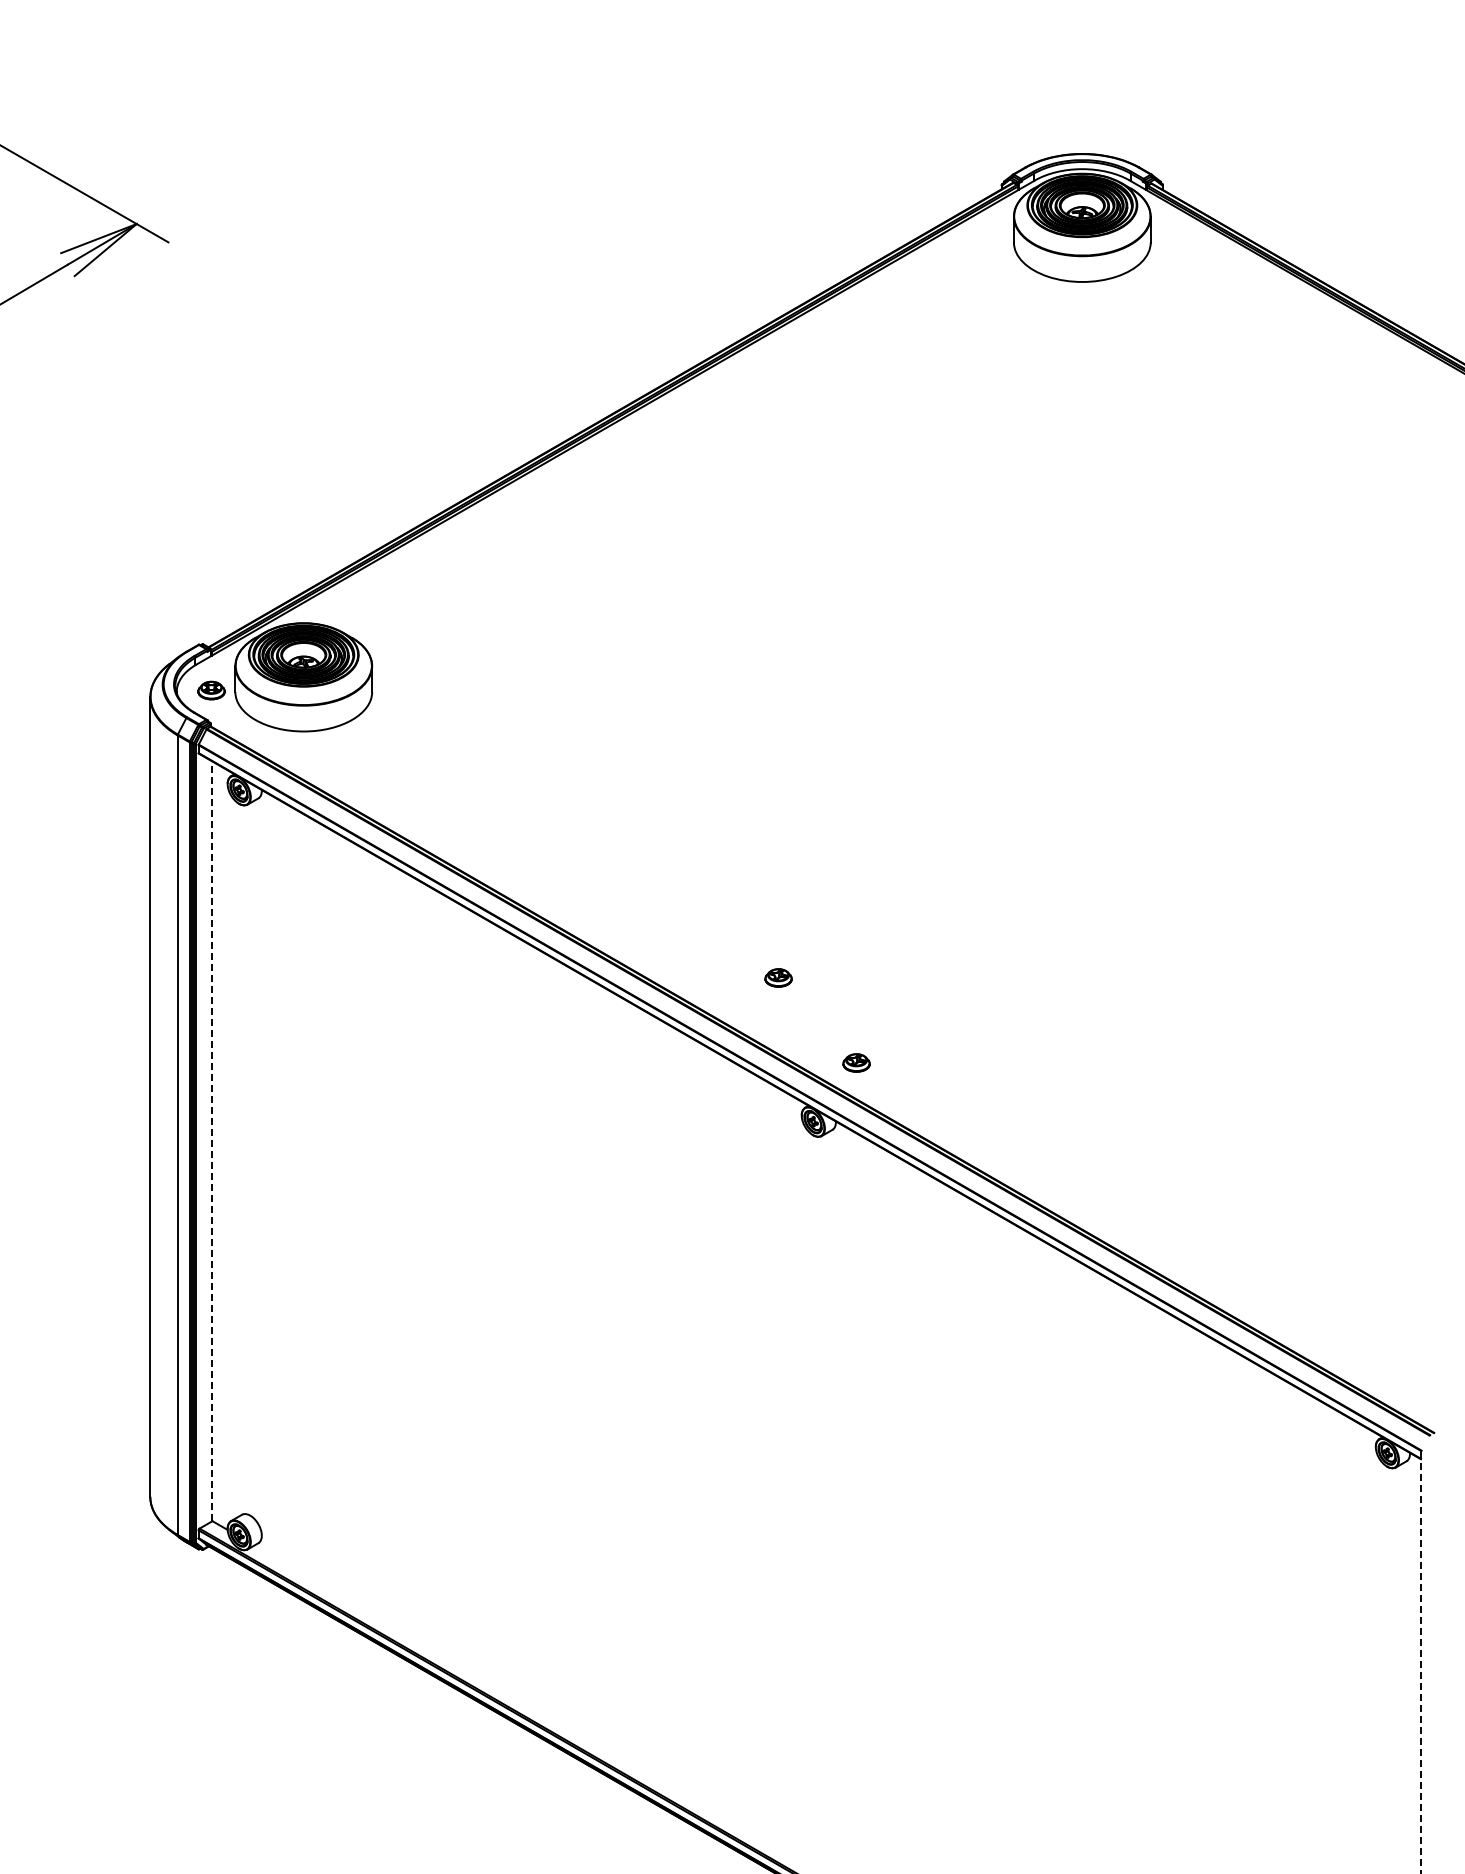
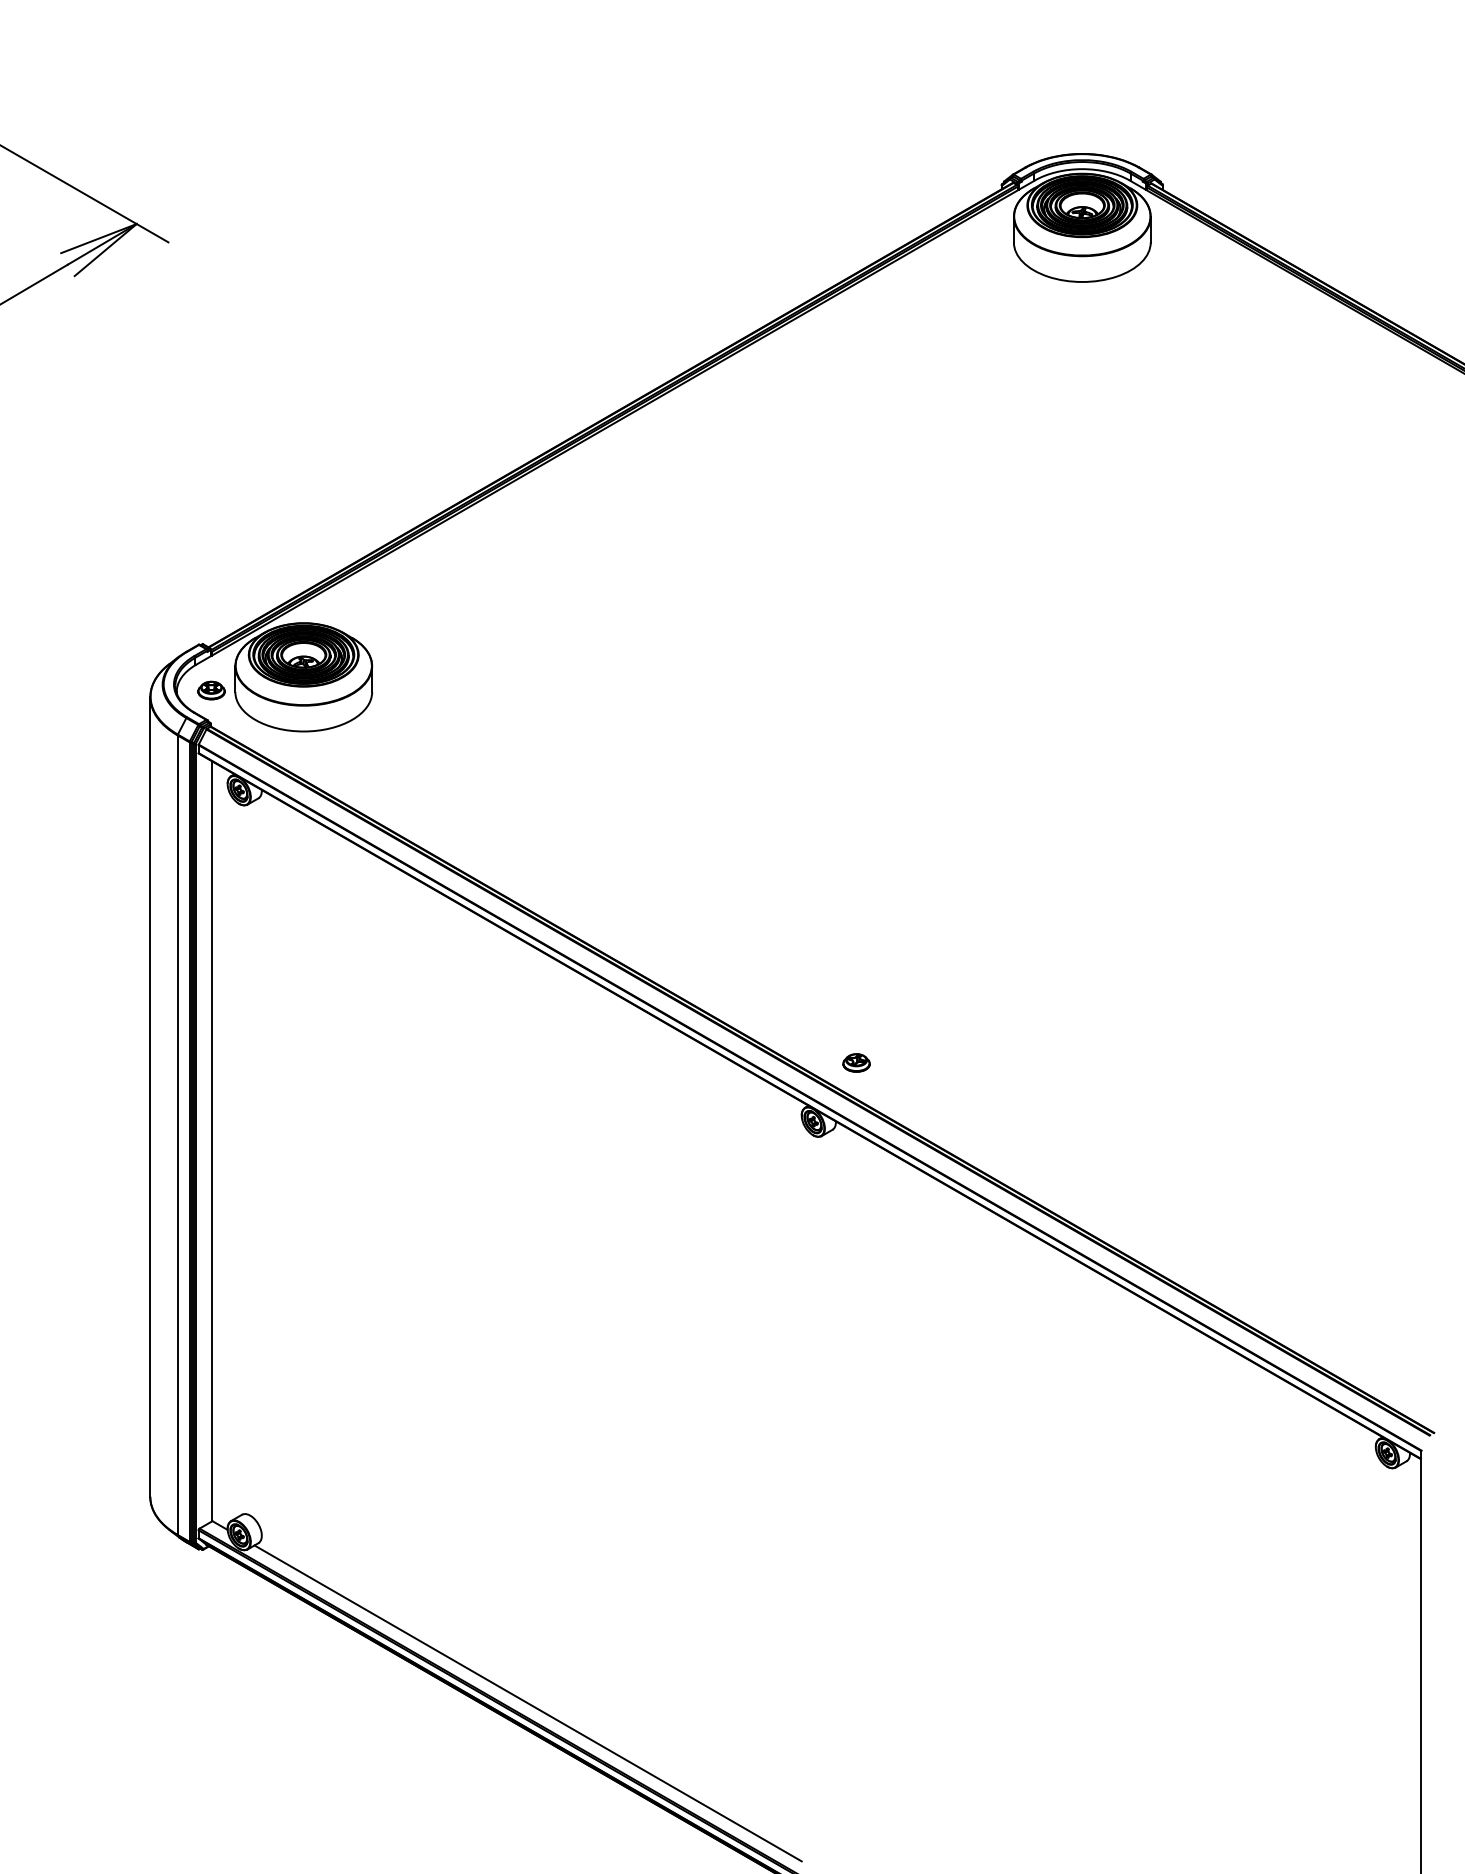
part at (778, 977): present -> none
line at (212, 1141): dashed -> solid
line at (1420, 1662): dashed -> solid
line at (527, 1703): none -> present
